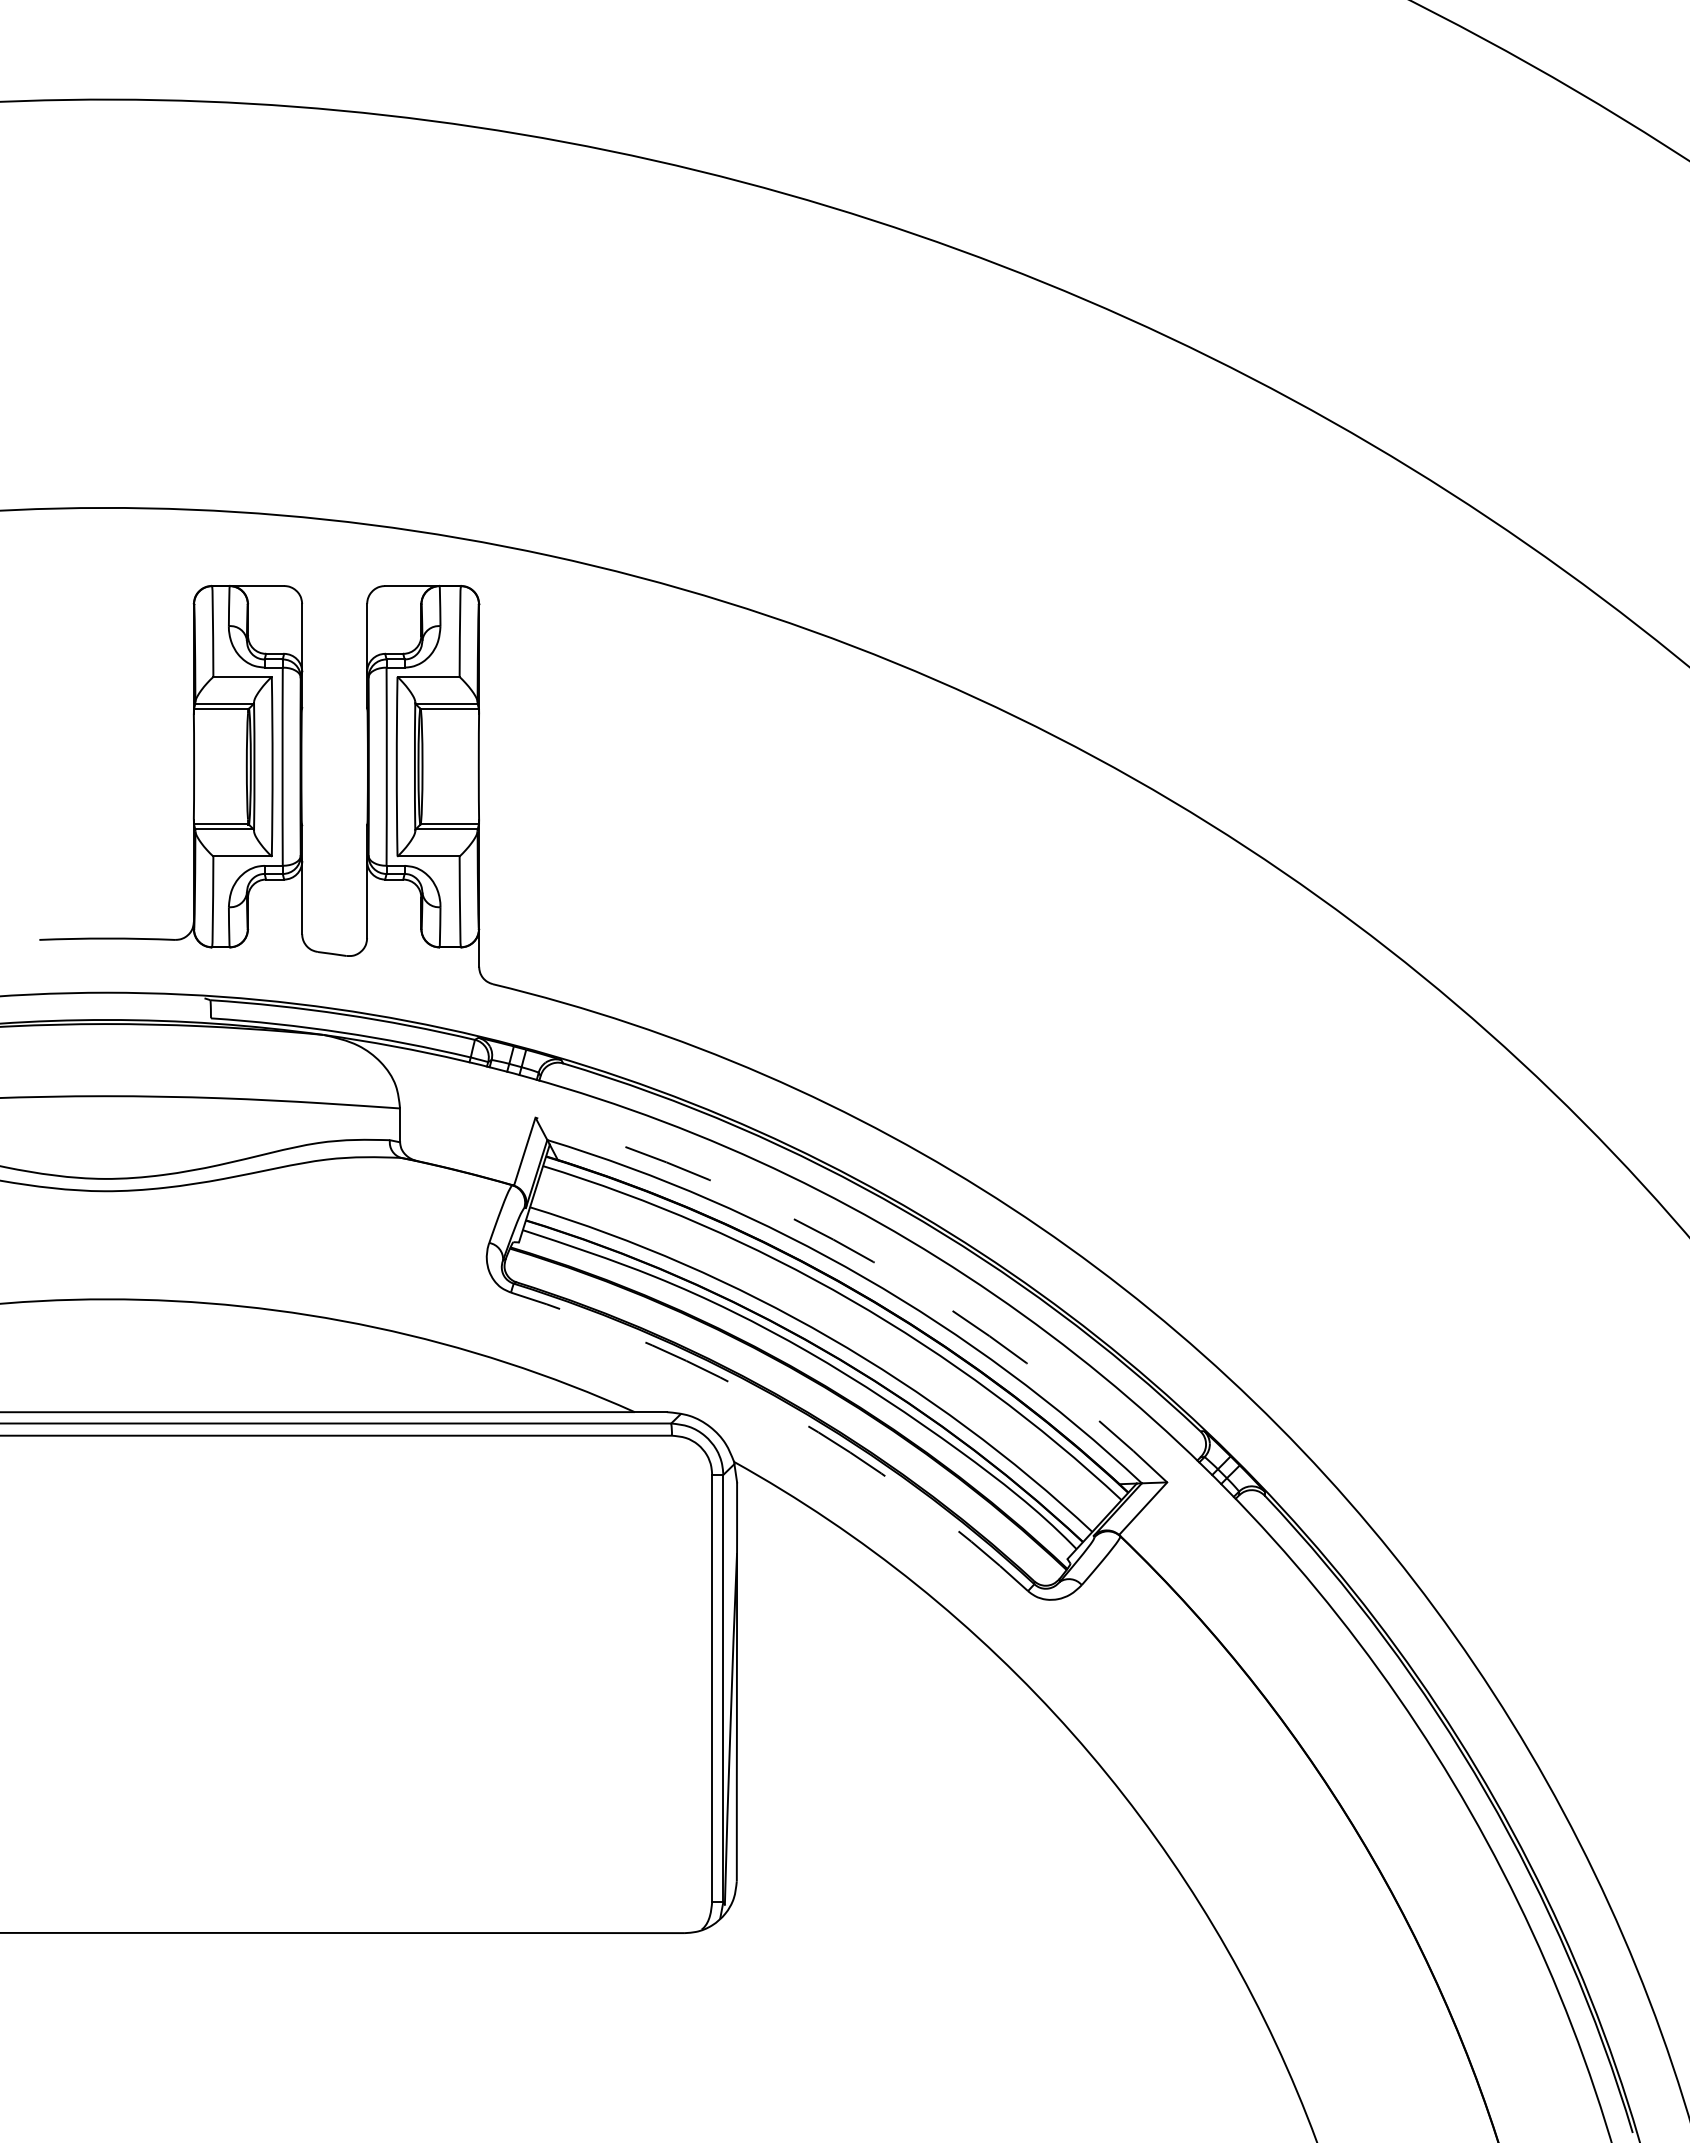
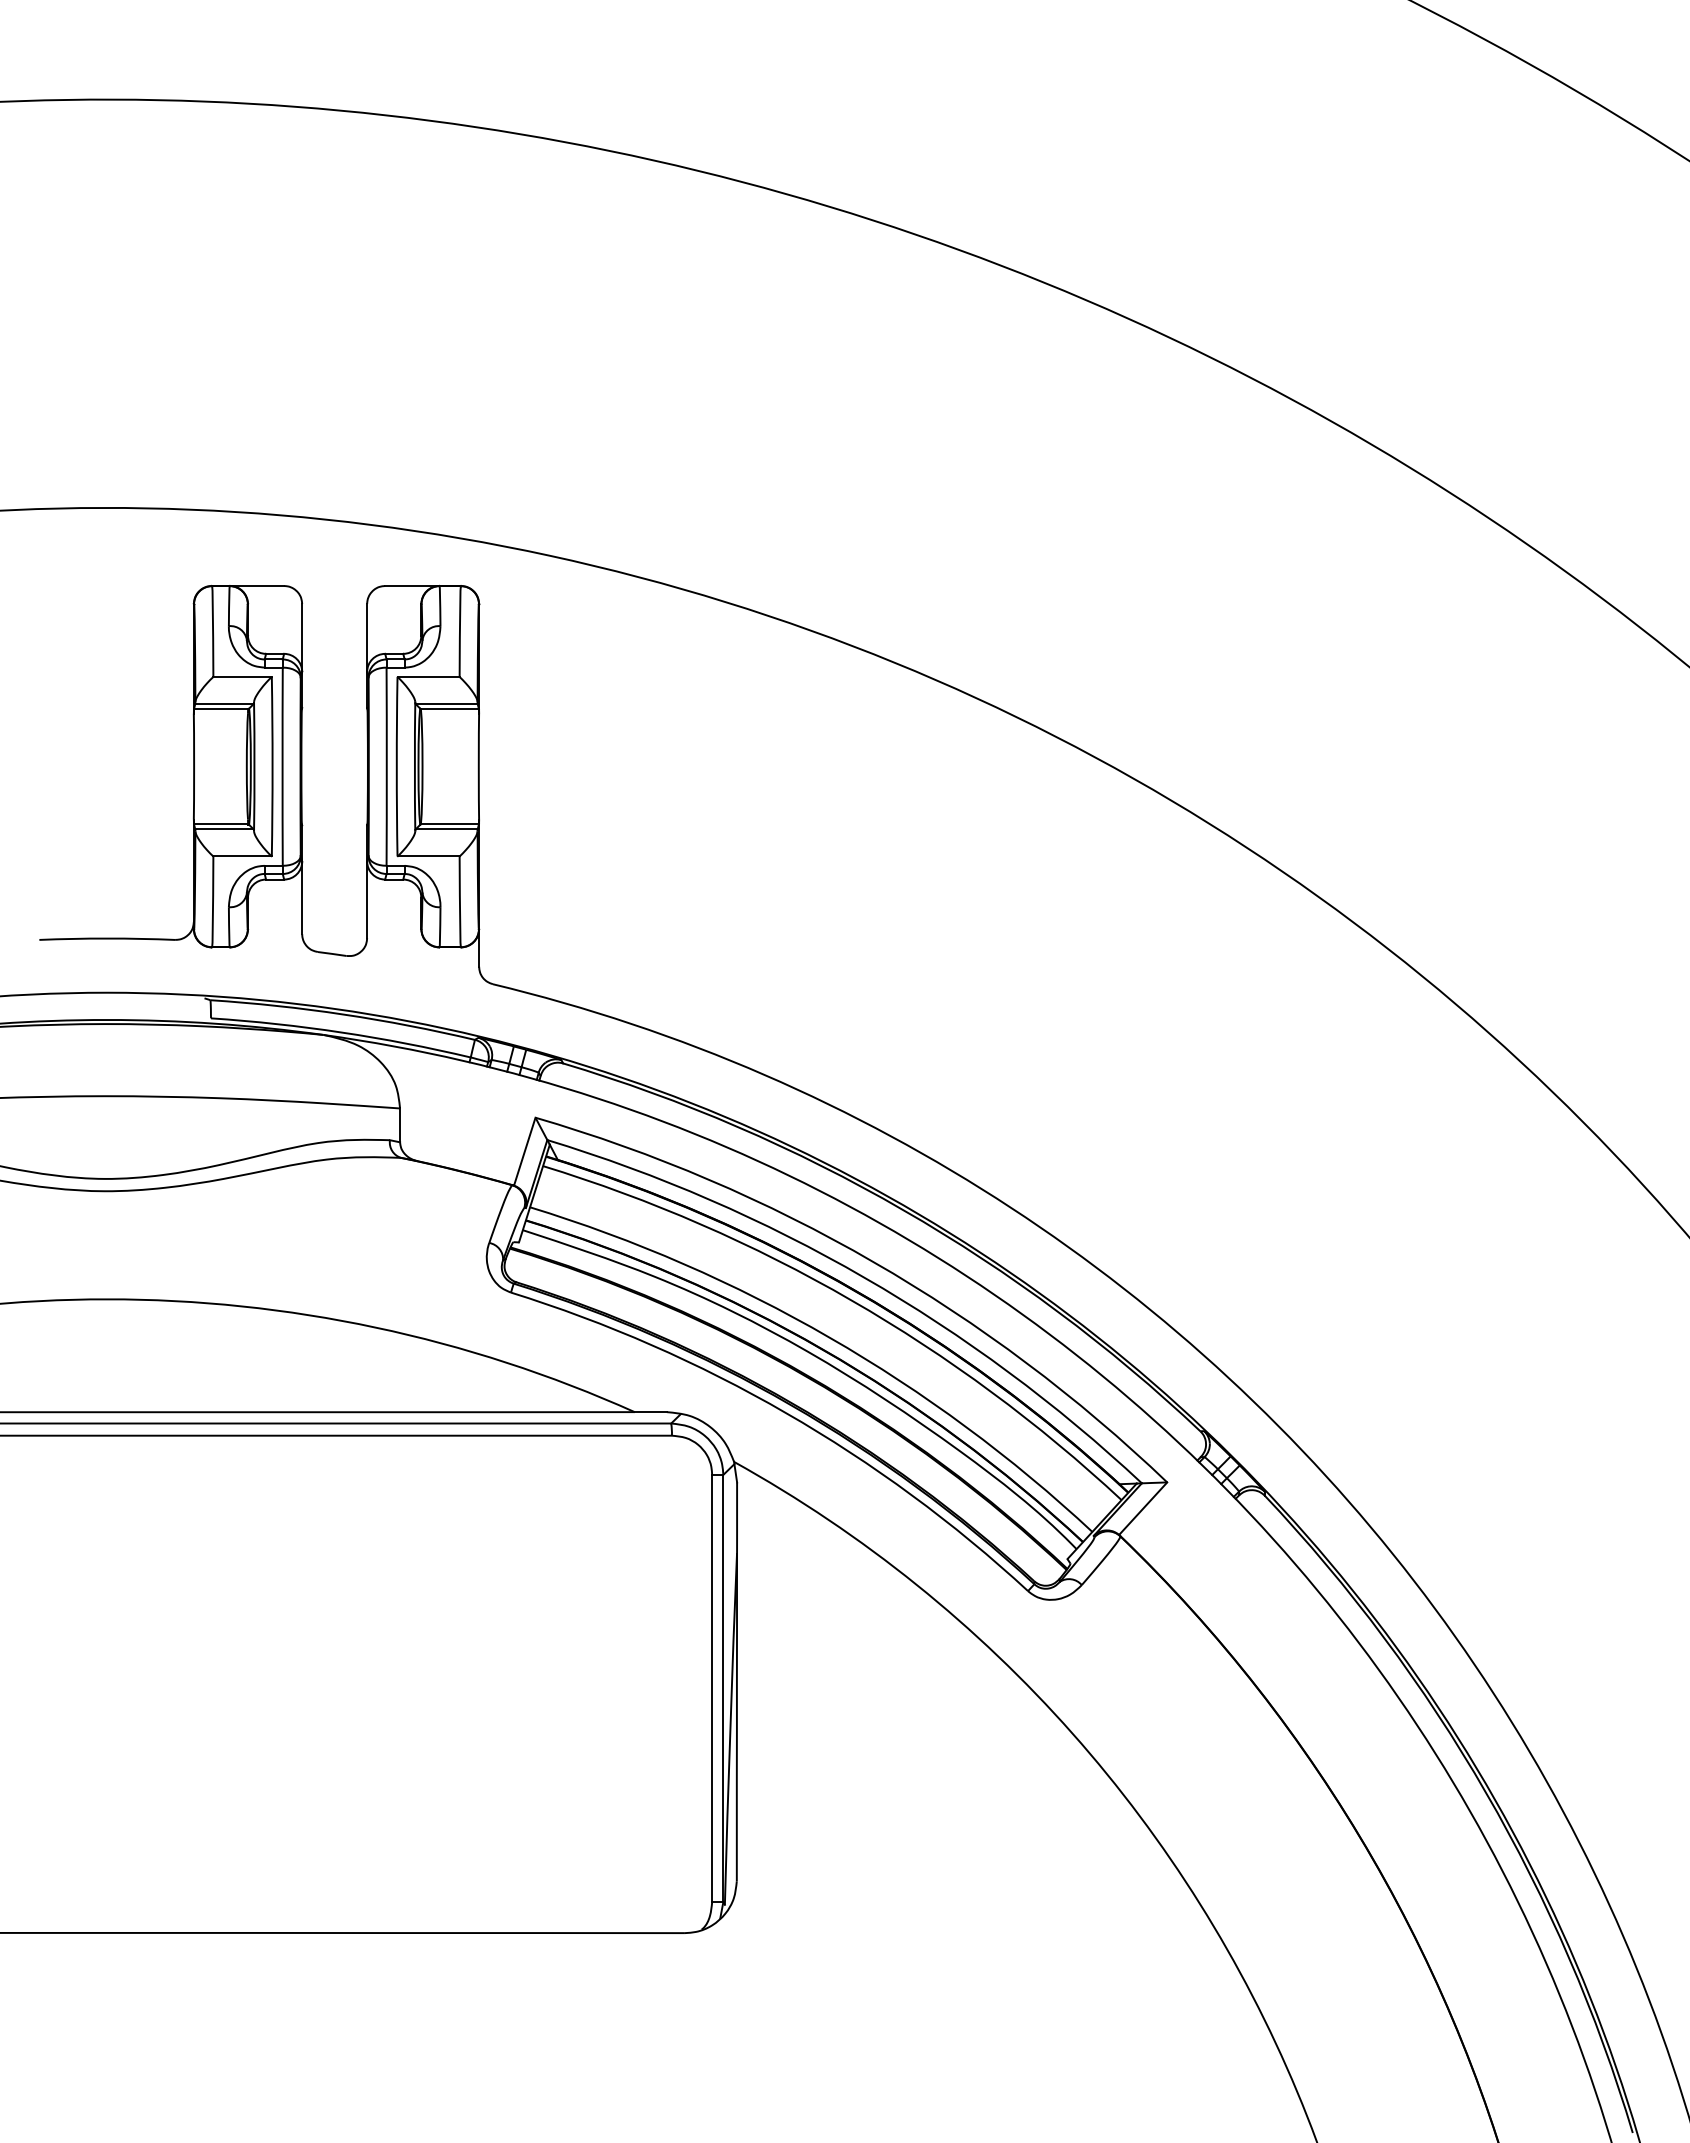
arc at (873, 1261): dashed -> solid
arc at (786, 1413): dashed -> solid
